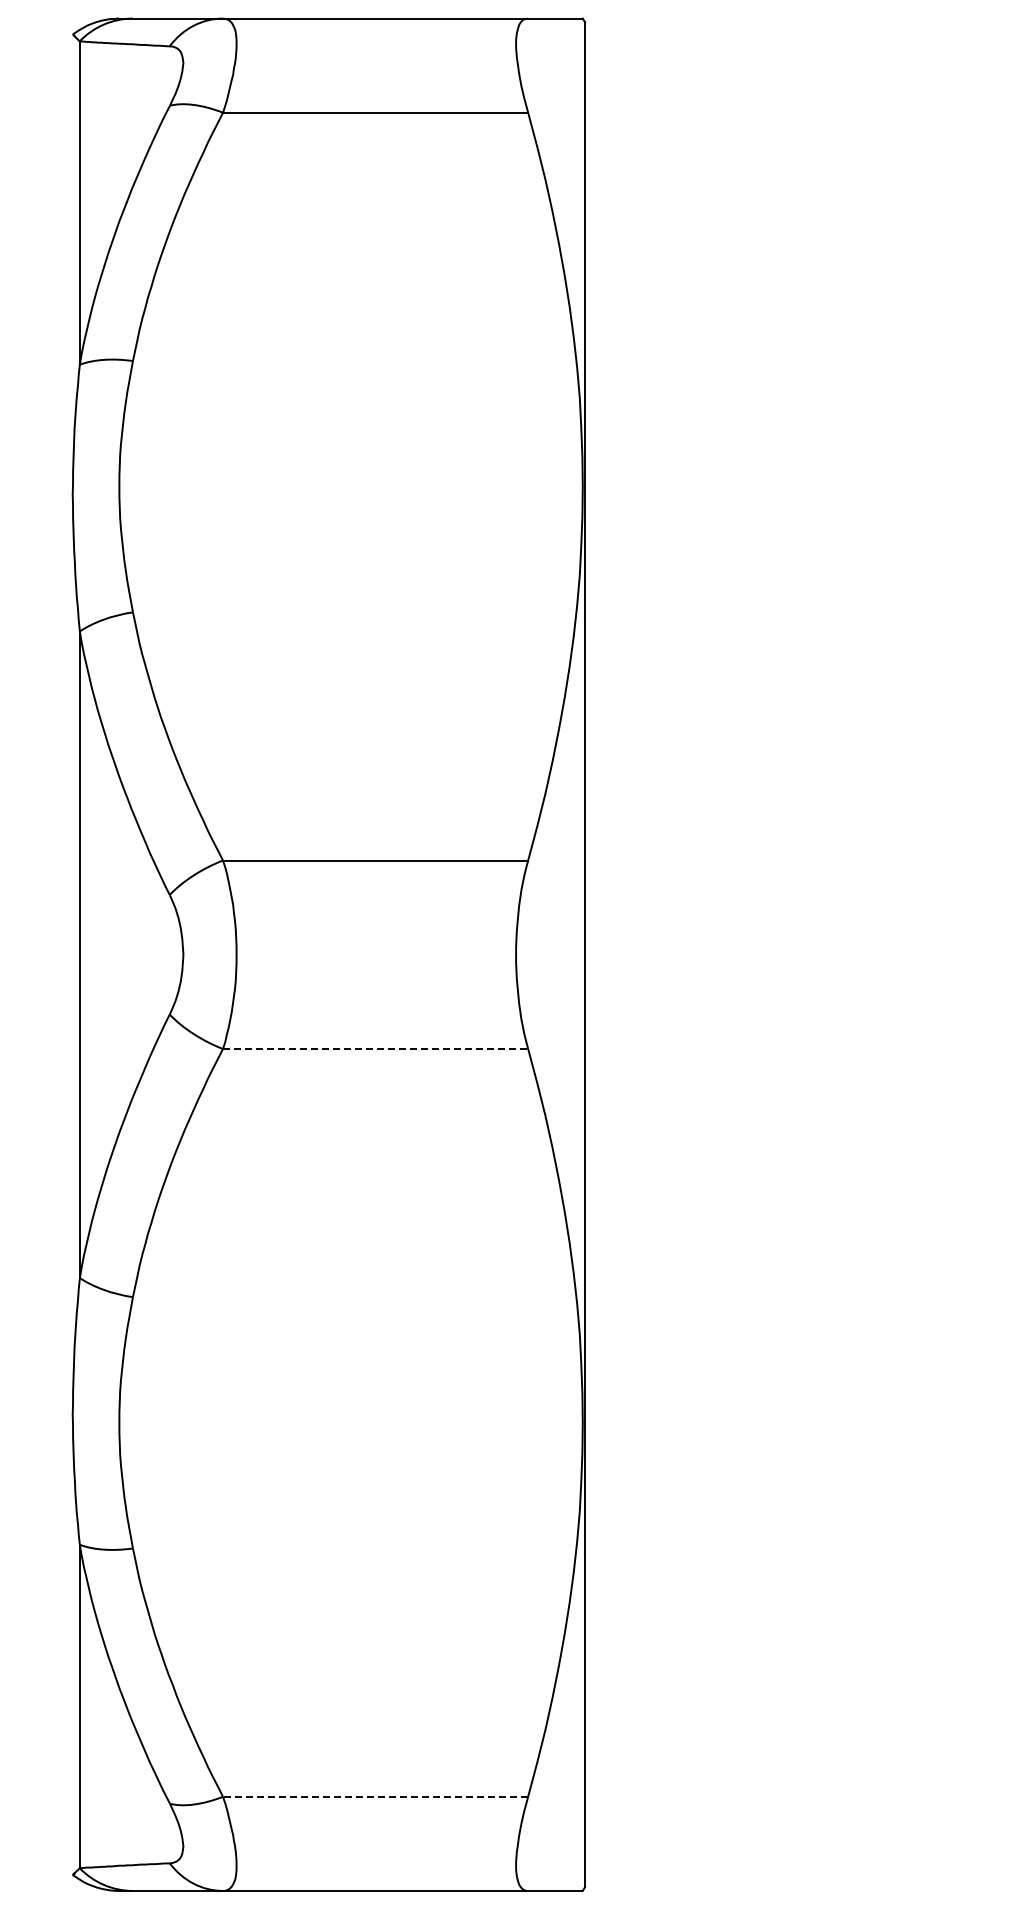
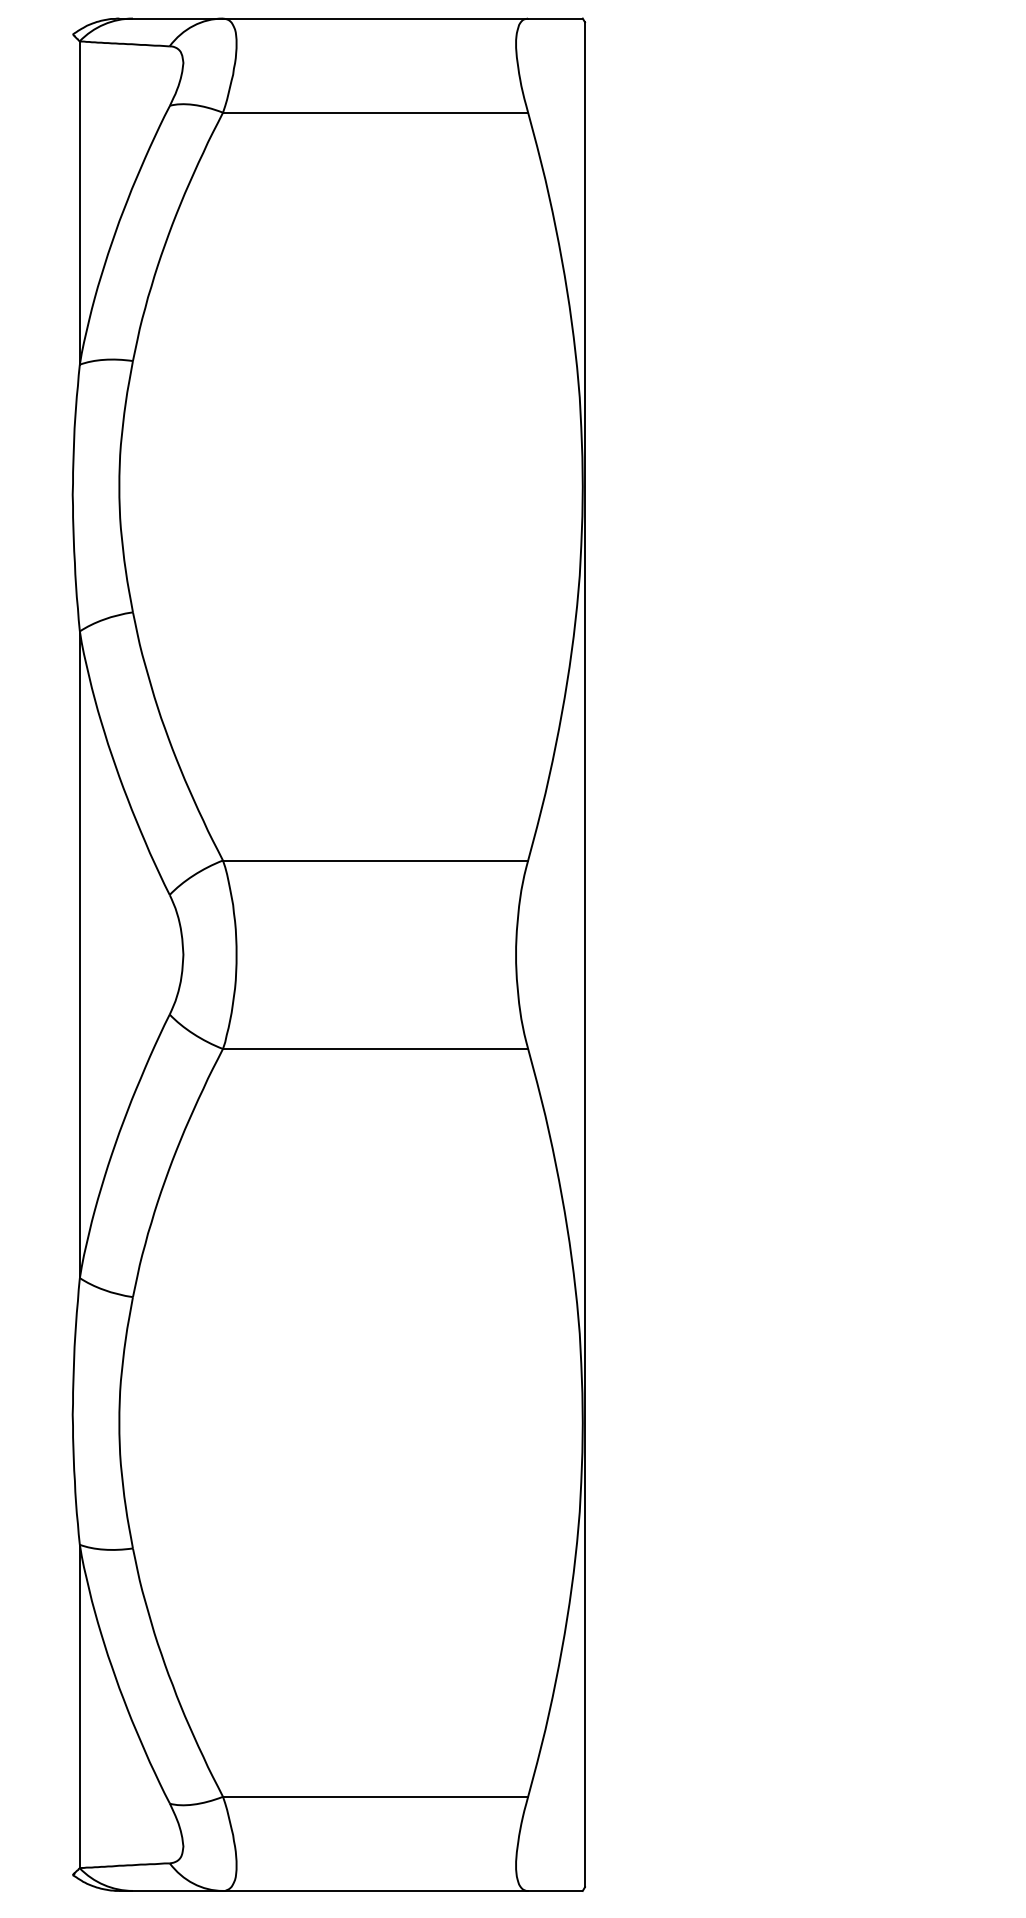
line at (375, 1048): dashed -> solid
line at (375, 1796): dashed -> solid
